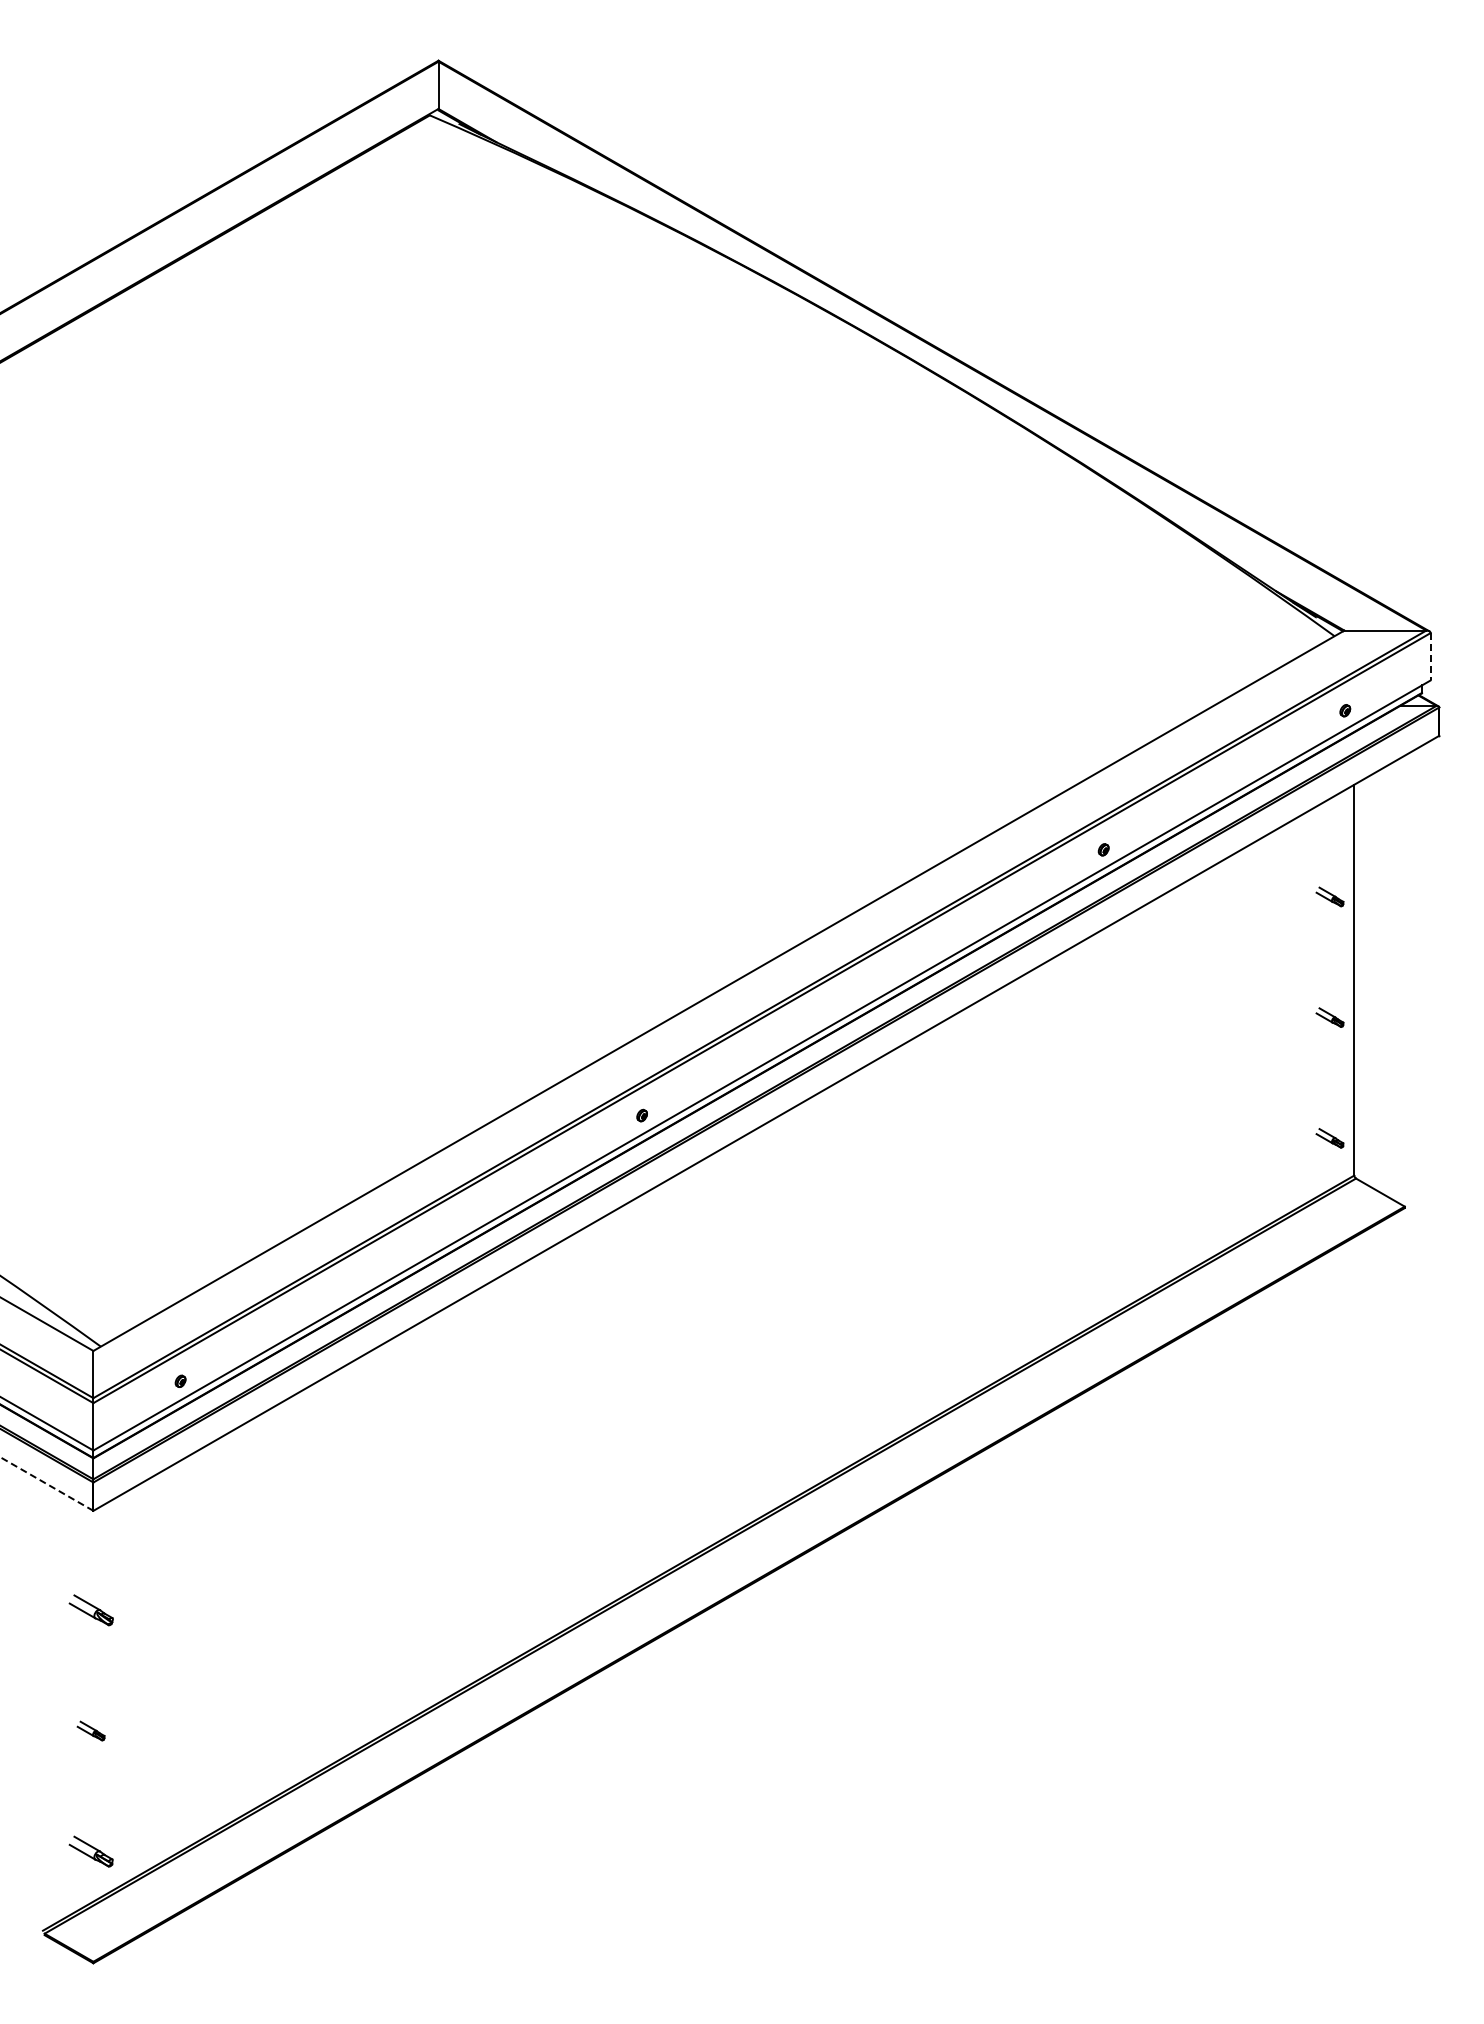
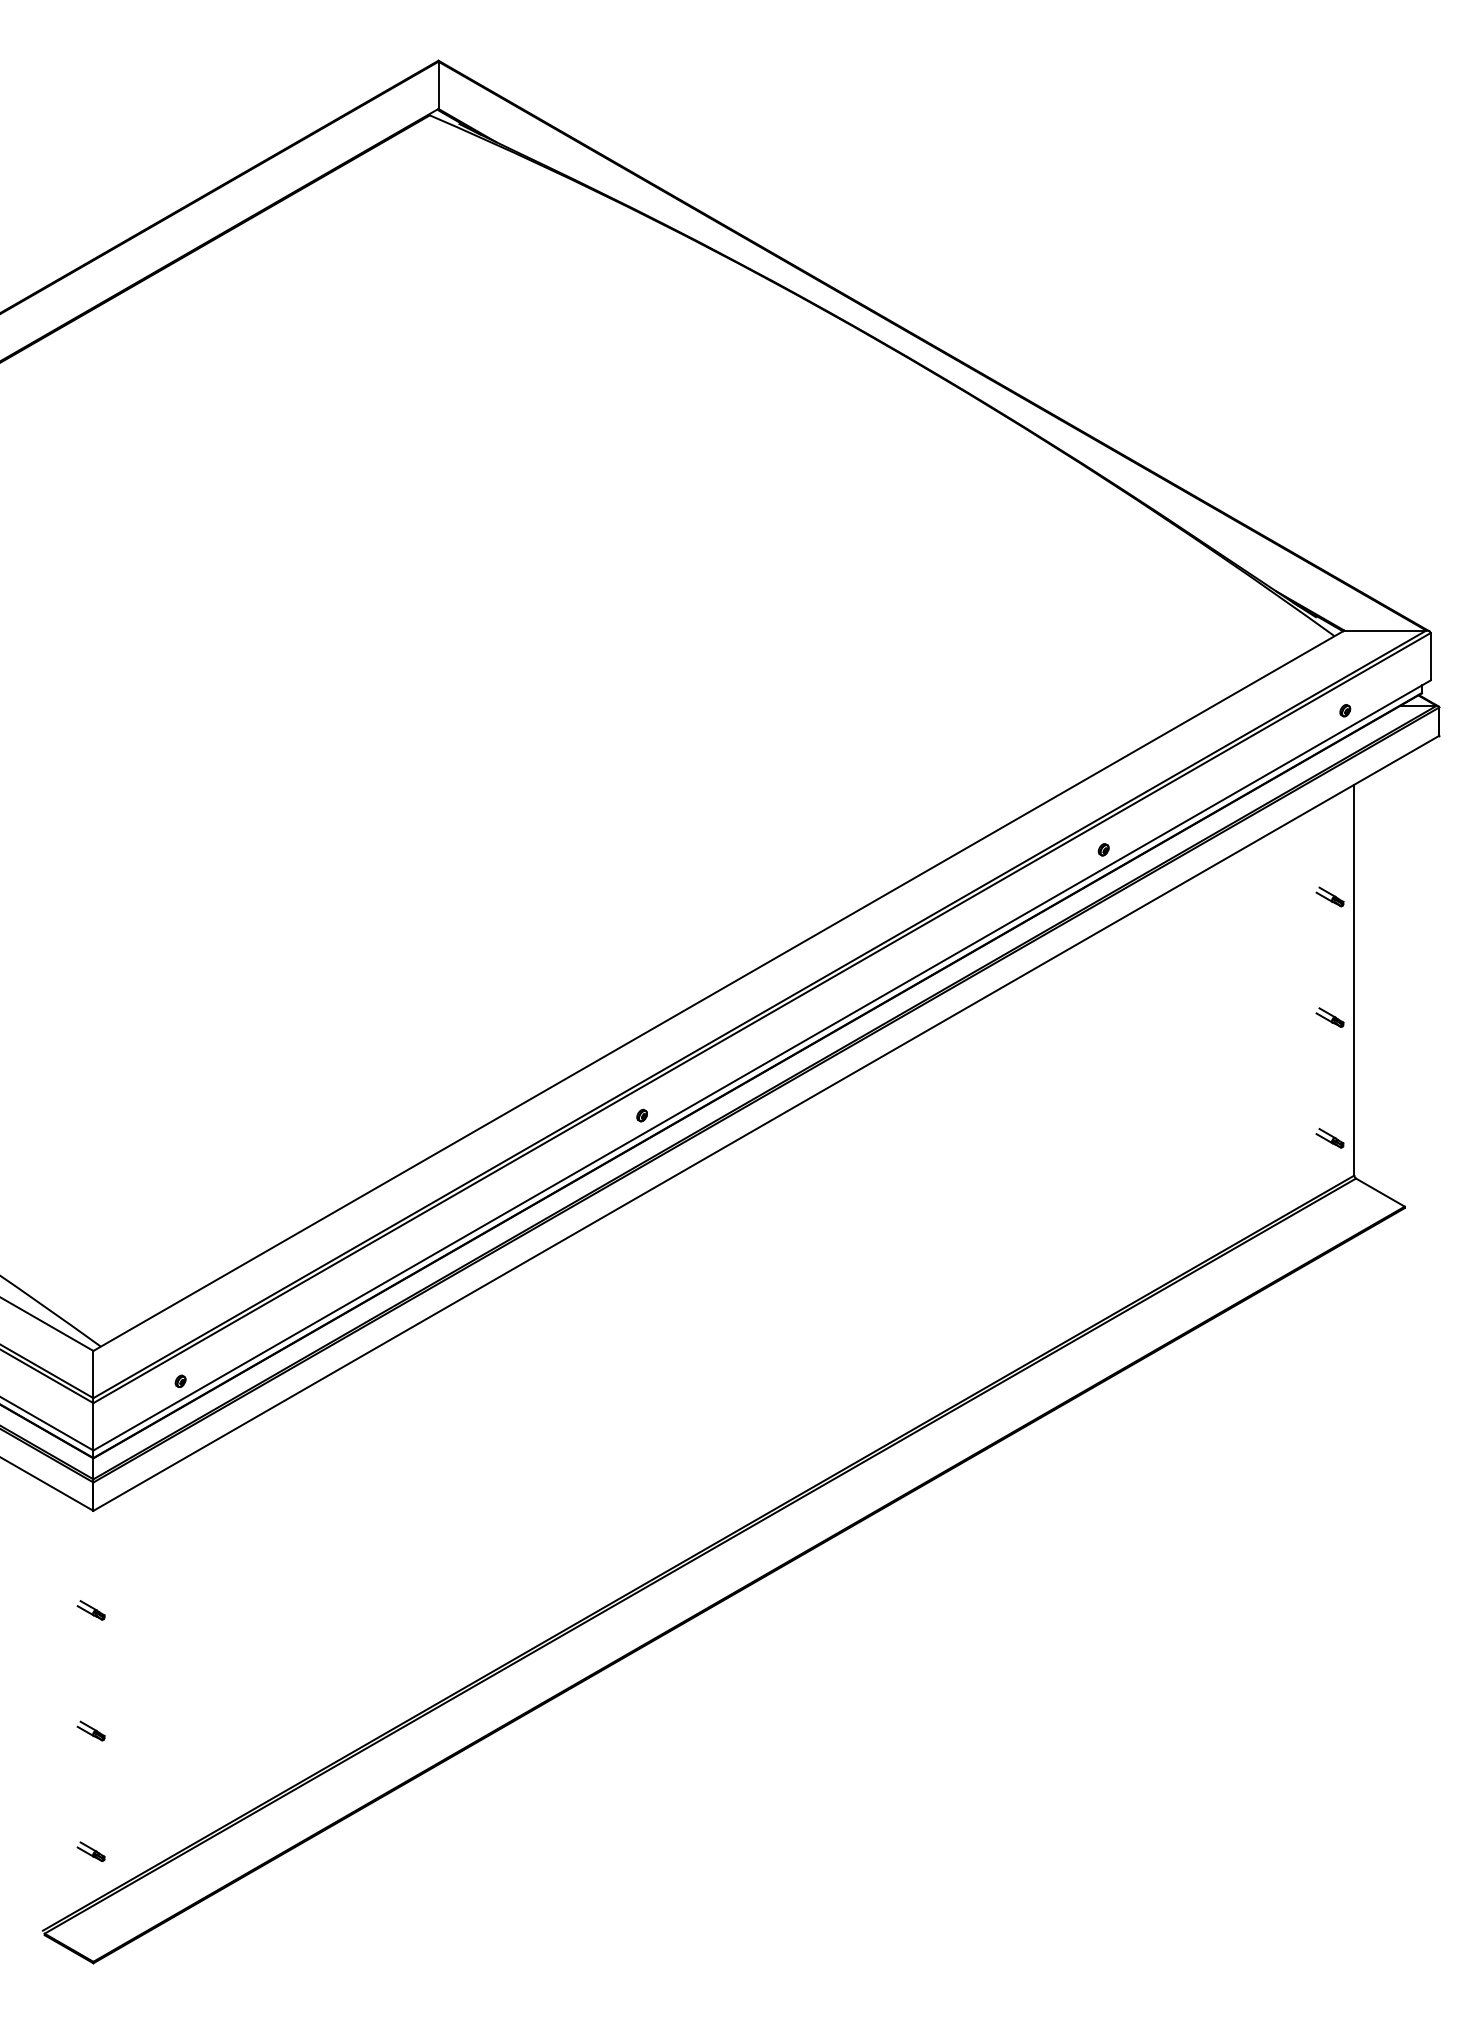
line at (1430, 656): dashed -> solid
line at (46, 1483): dashed -> solid
part at (90, 1610) size: 46x33 px -> 30x21 px
part at (90, 1851) size: 46x33 px -> 30x22 px
